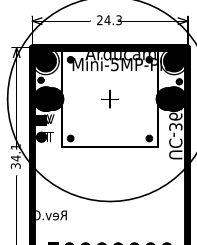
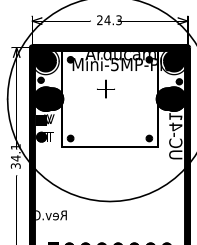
part at (109, 98) position: (109, 98) -> (105, 88)
text at (175, 120): UC-367 -> UC-414
